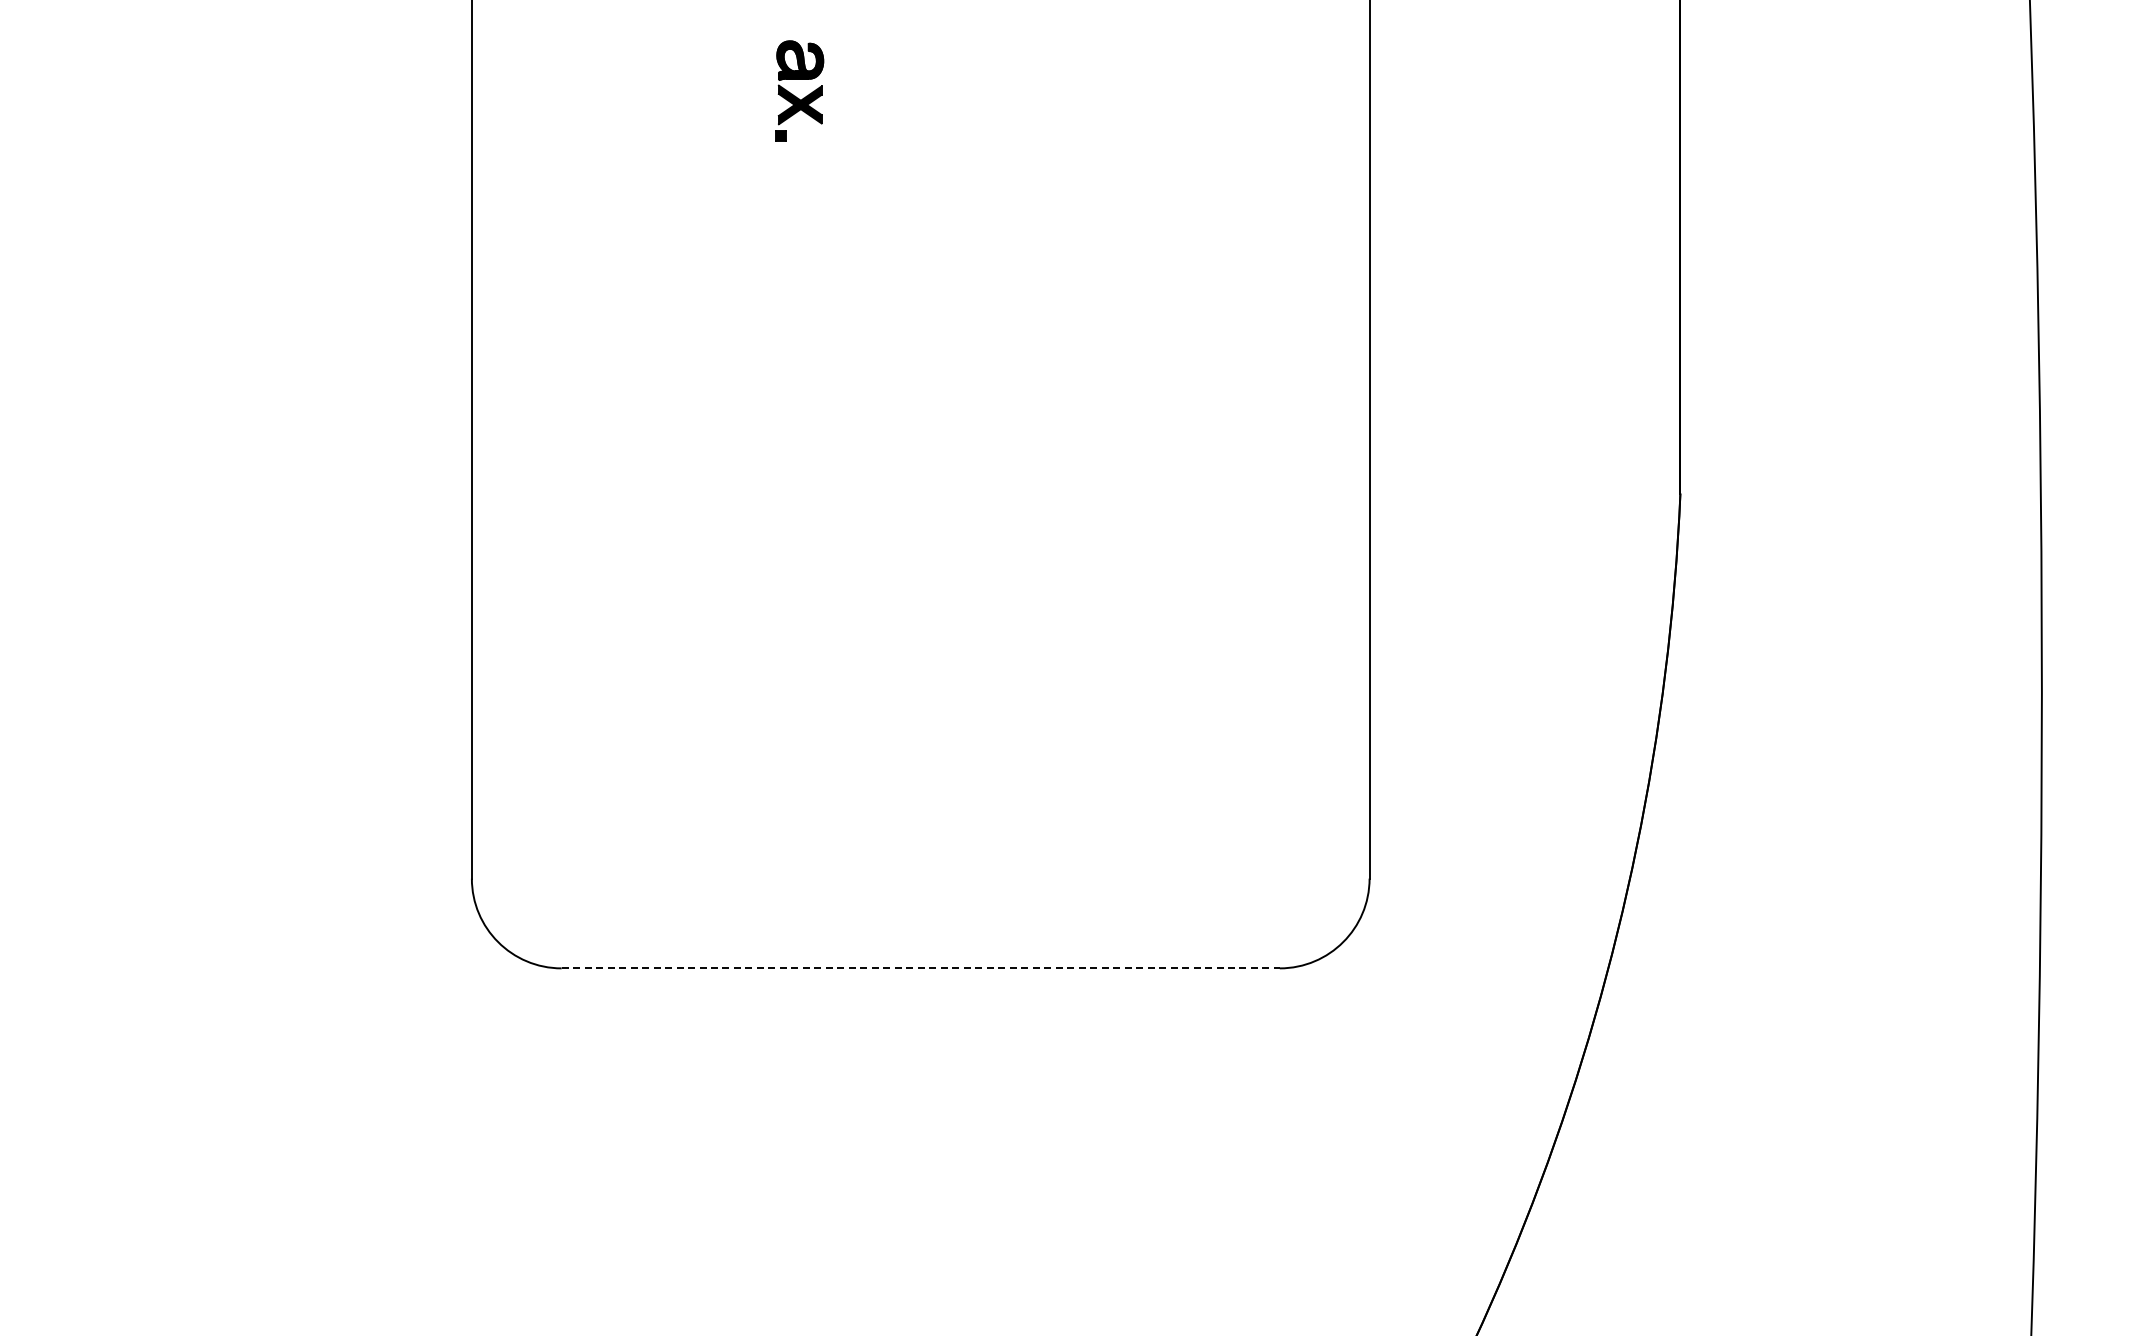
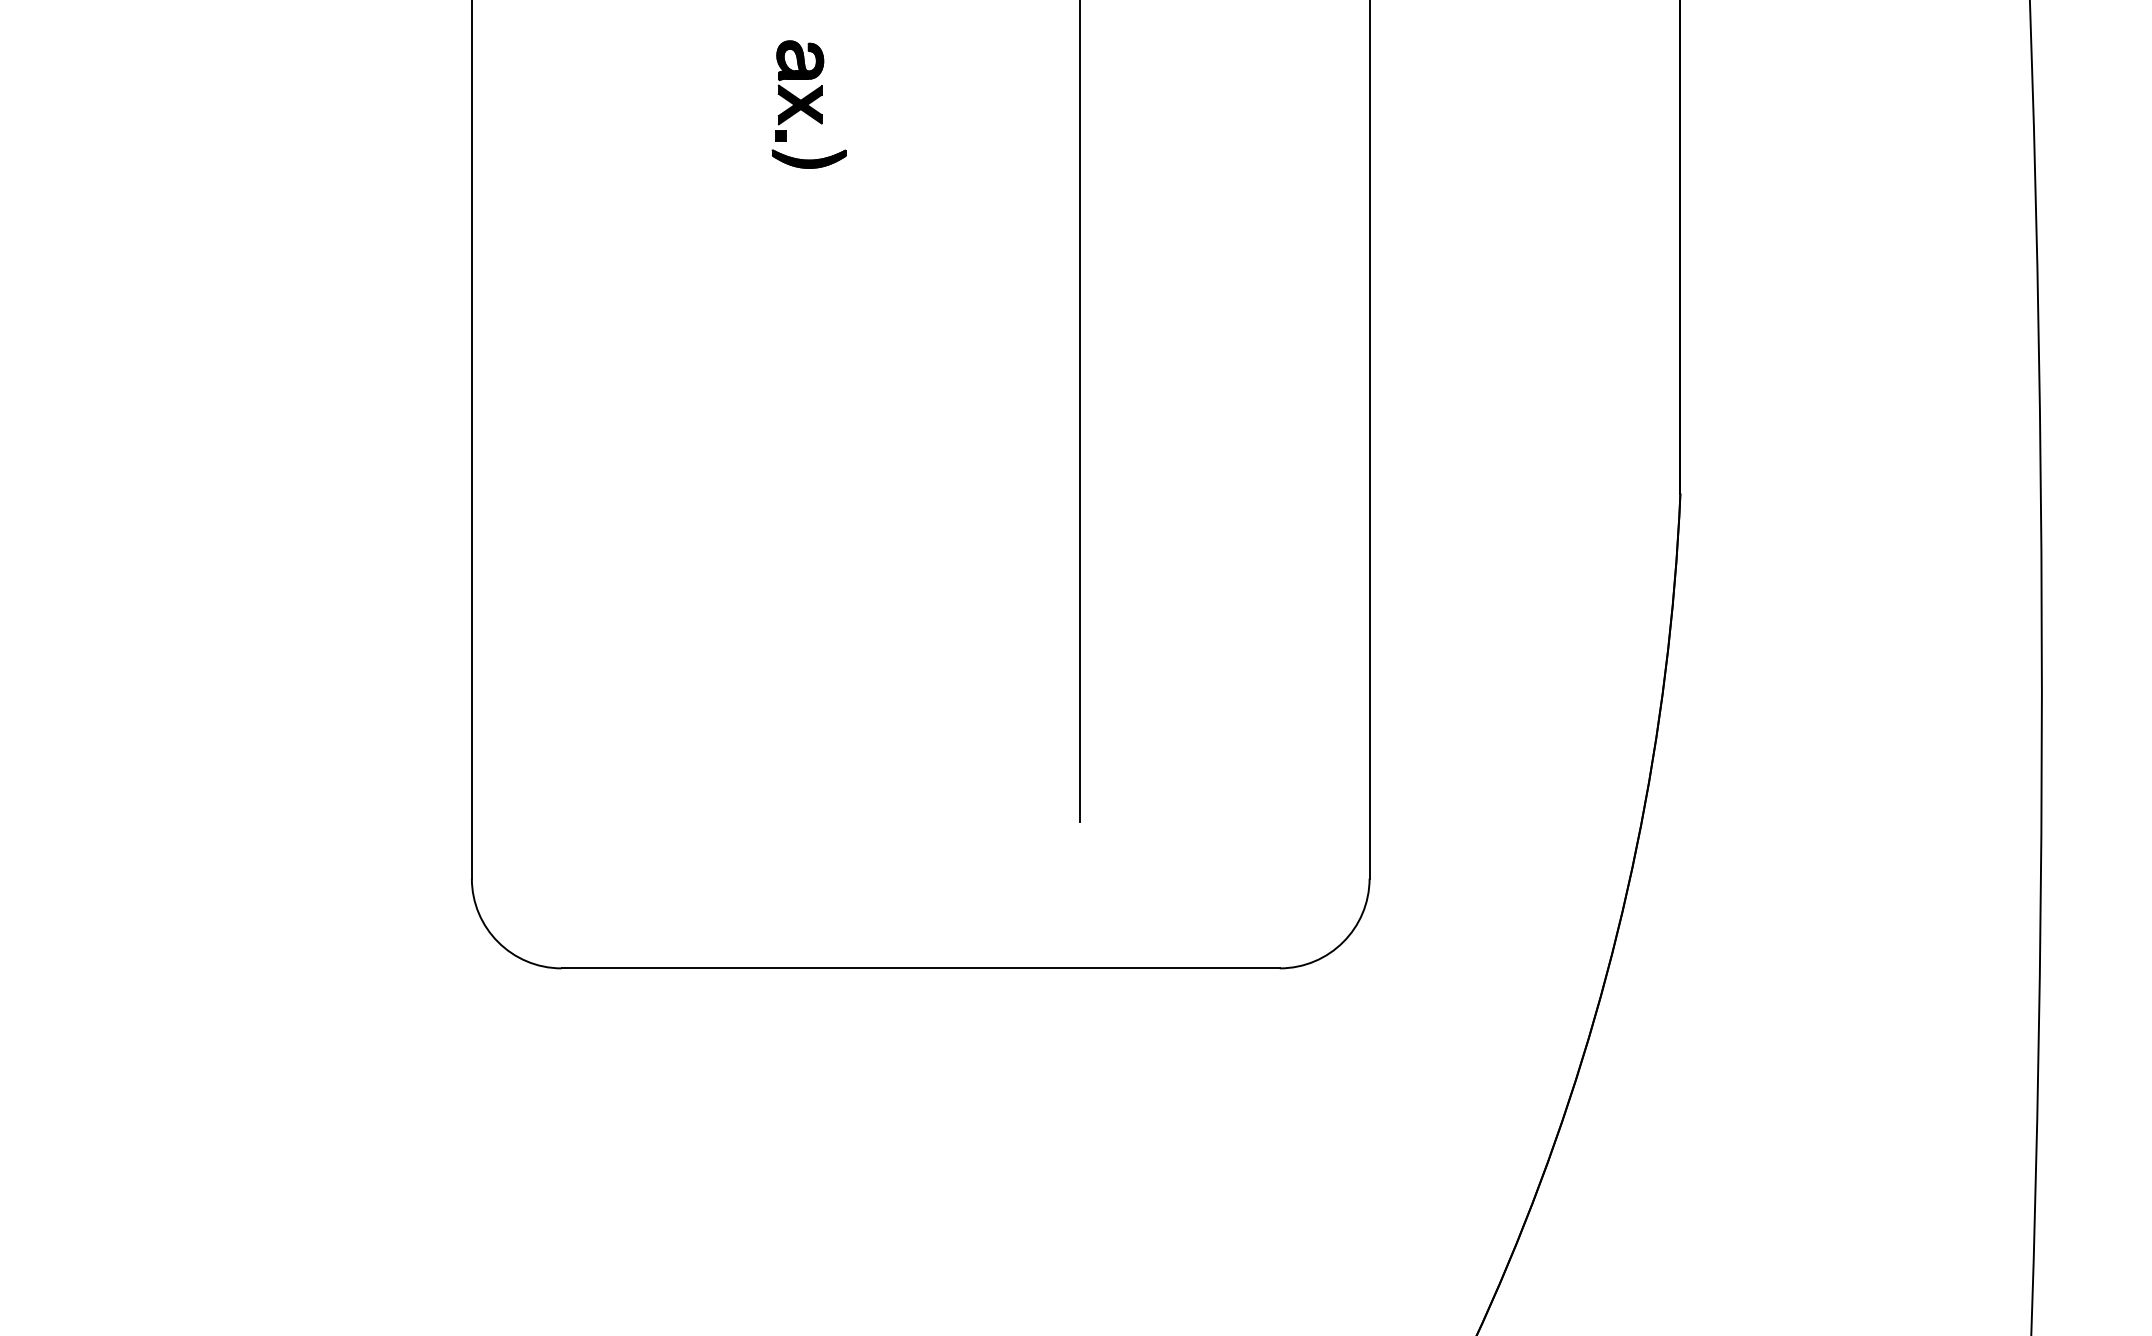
part at (808, 158): none -> present
line at (1079, 411): none -> present
line at (921, 968): dashed -> solid
